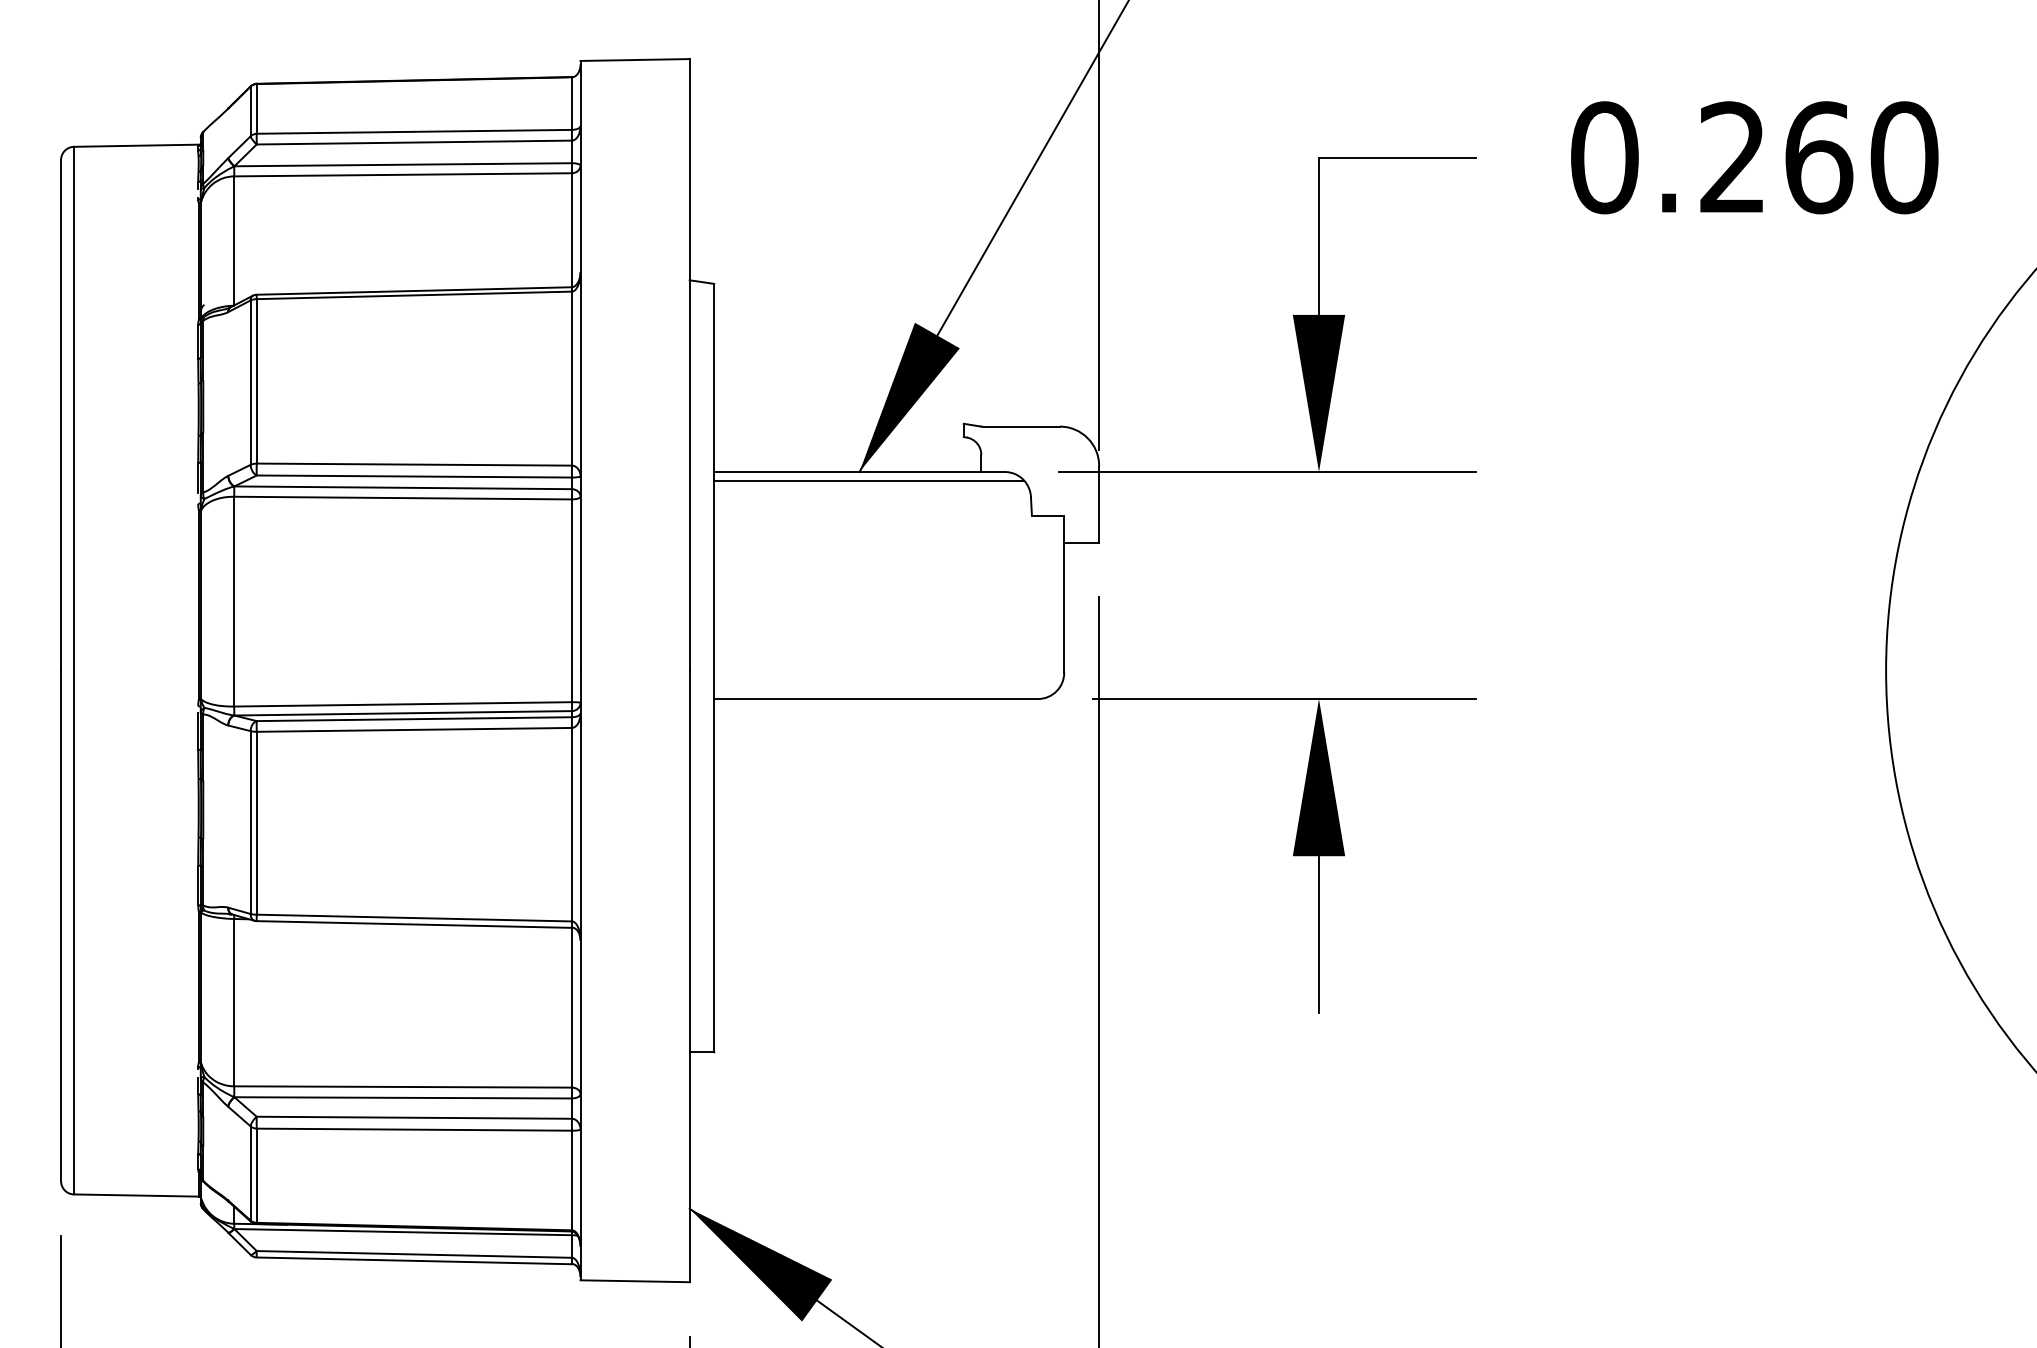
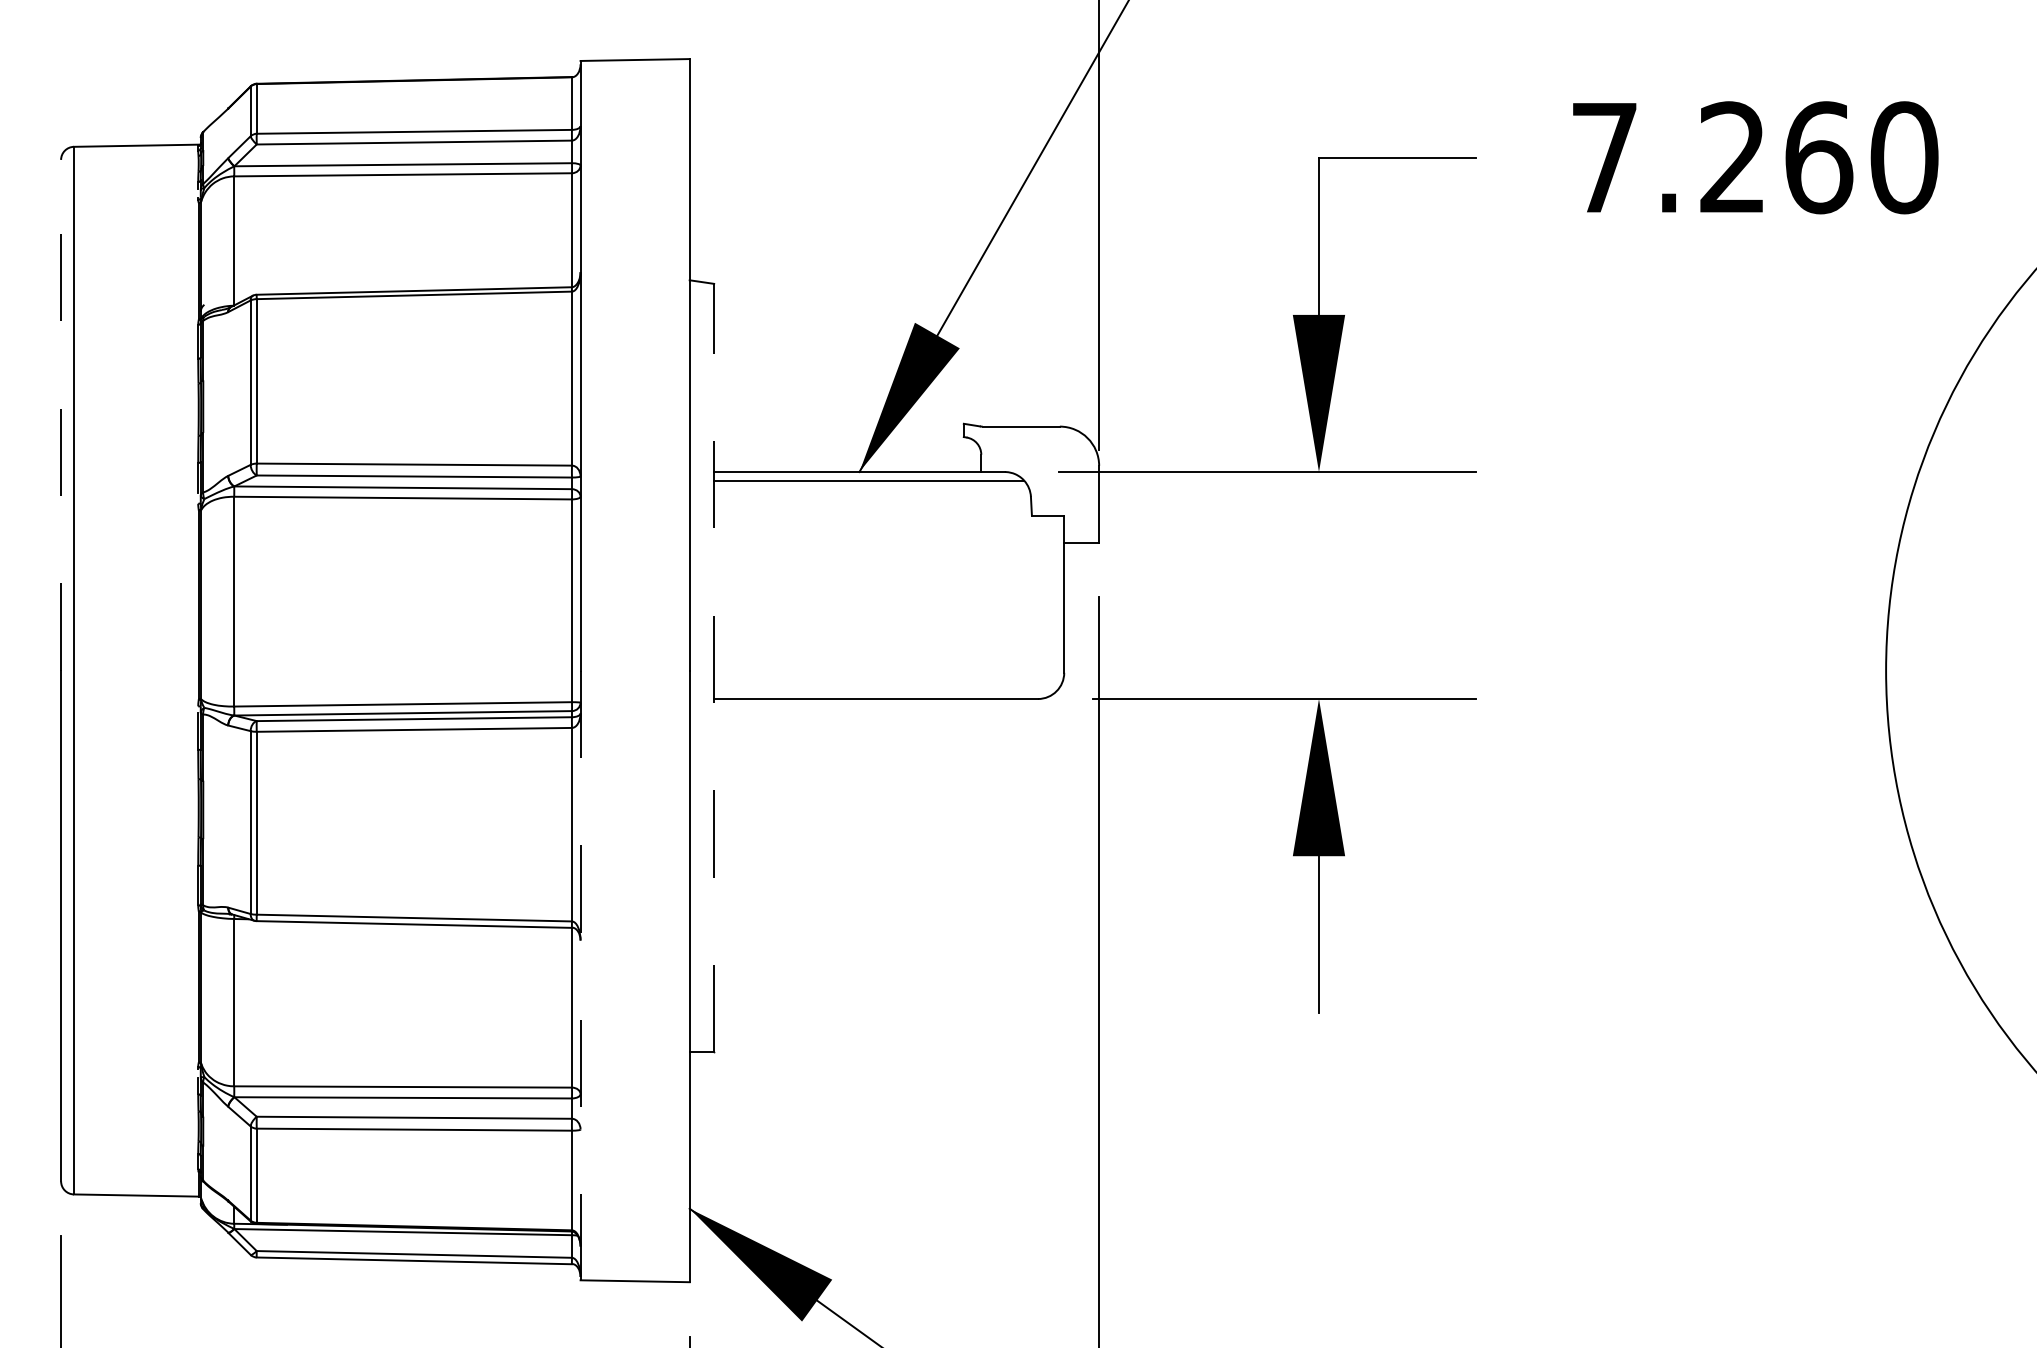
text at (1604, 157): 0.260 -> 7.260
line at (61, 414): solid -> dashed
line at (714, 667): solid -> dashed
line at (580, 975): solid -> dashed
